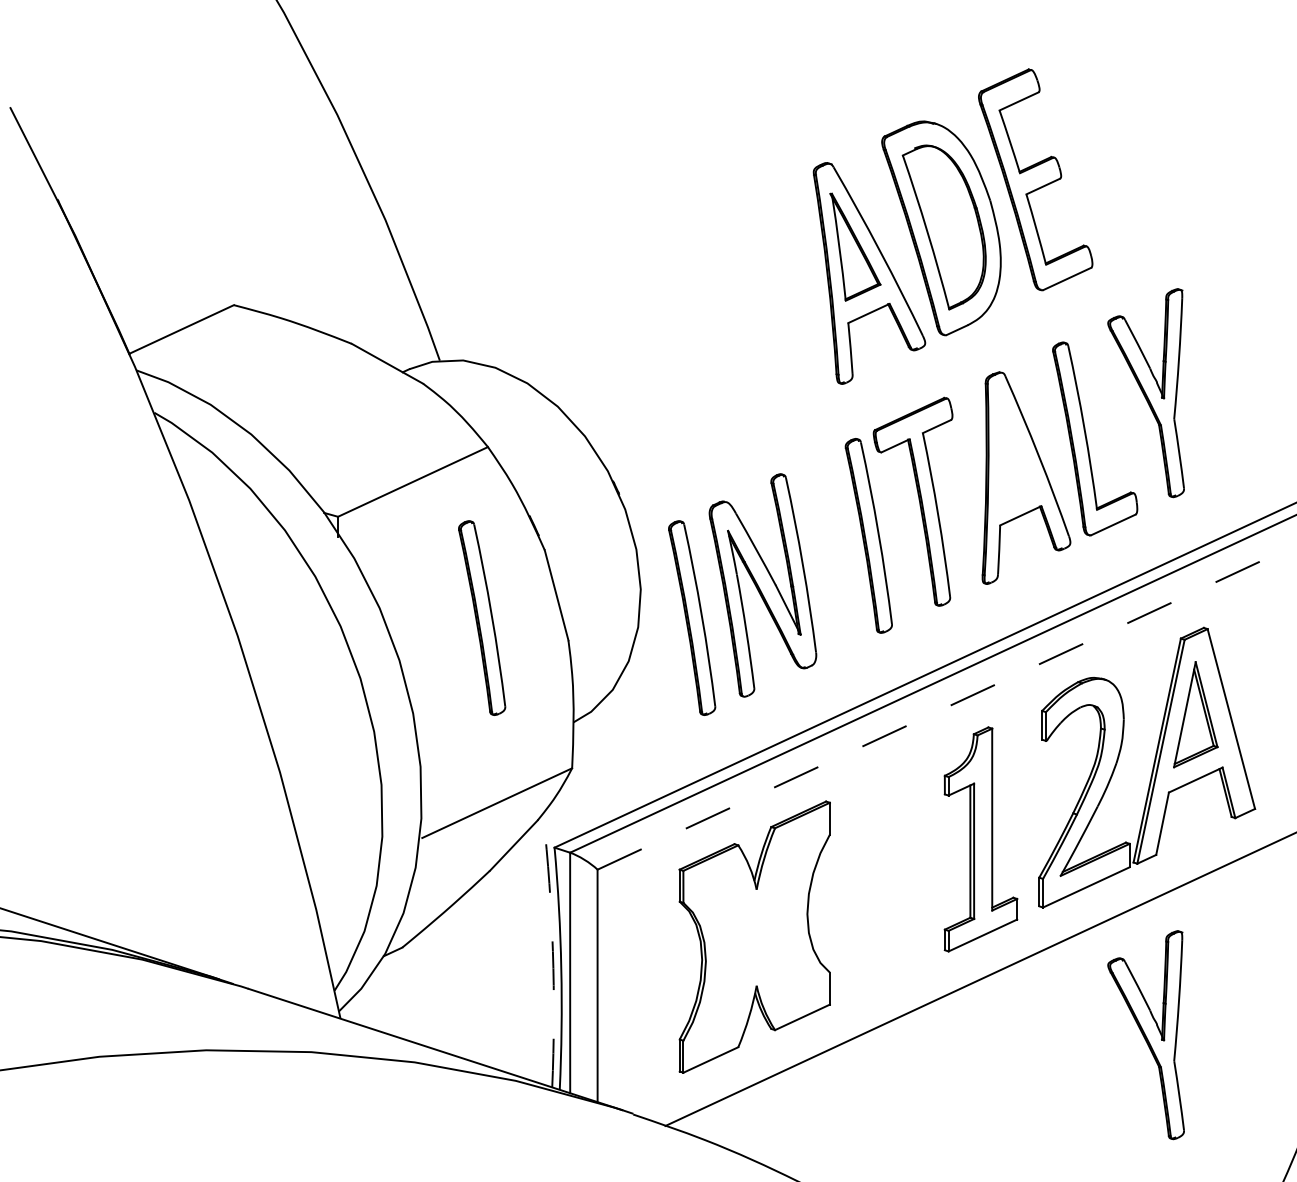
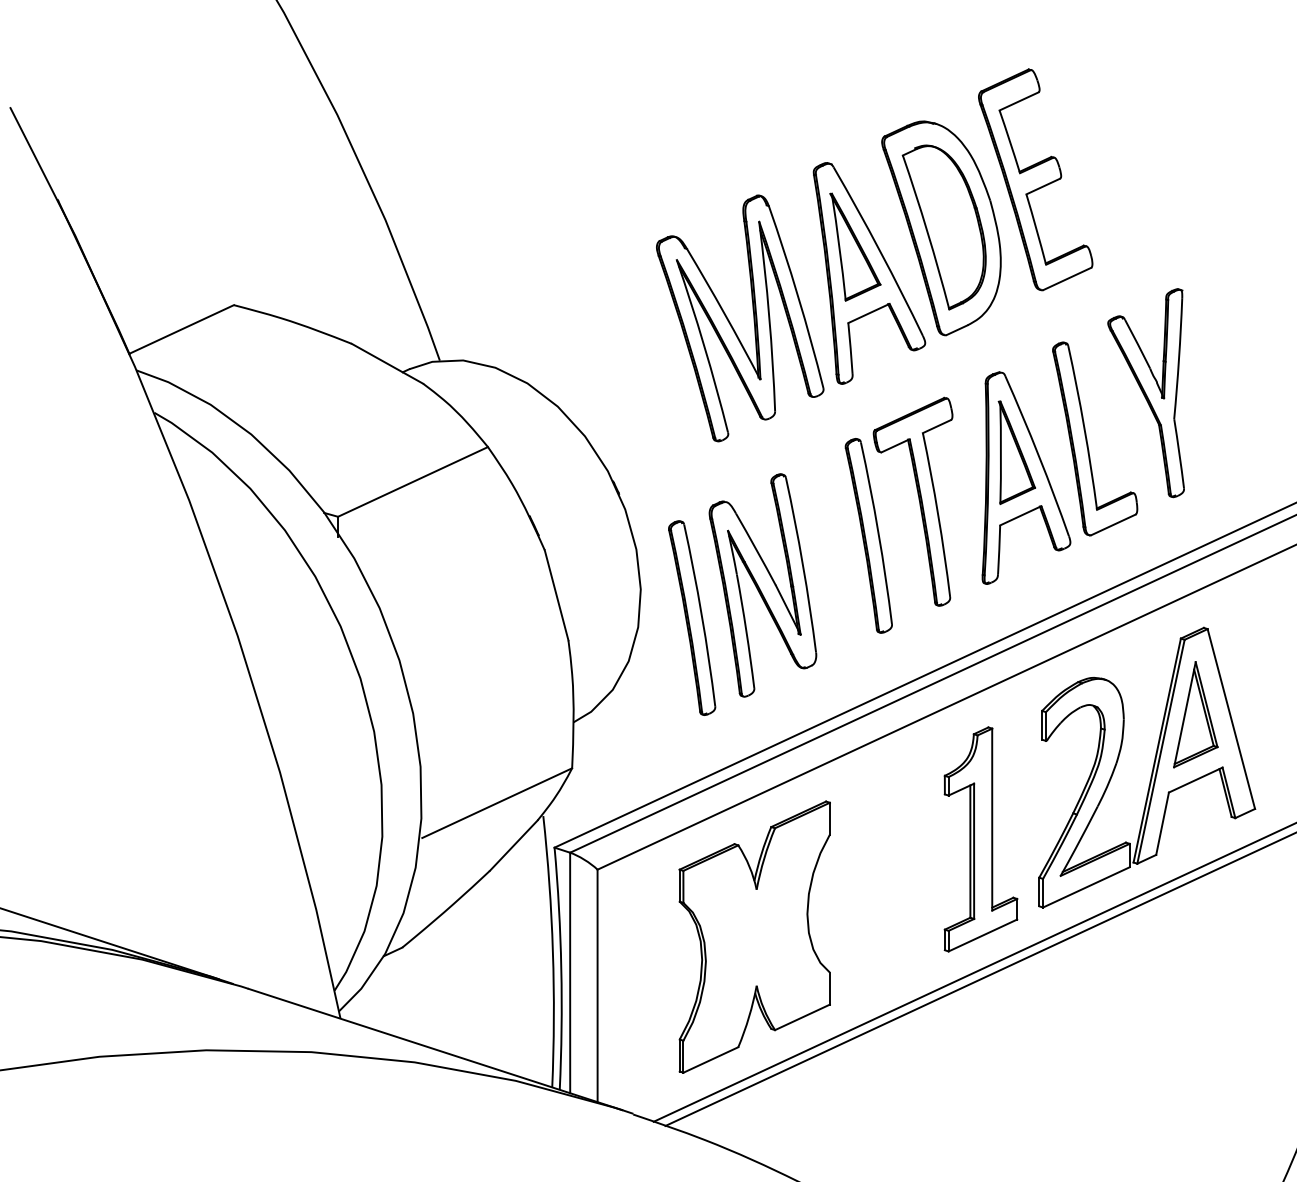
part at (731, 323): none -> present
part at (1016, 452): none -> present
part at (482, 617): present -> none
line at (947, 707): dashed -> solid
arc at (552, 951): dashed -> solid
line at (973, 972): none -> present
part at (1145, 1035): present -> none
